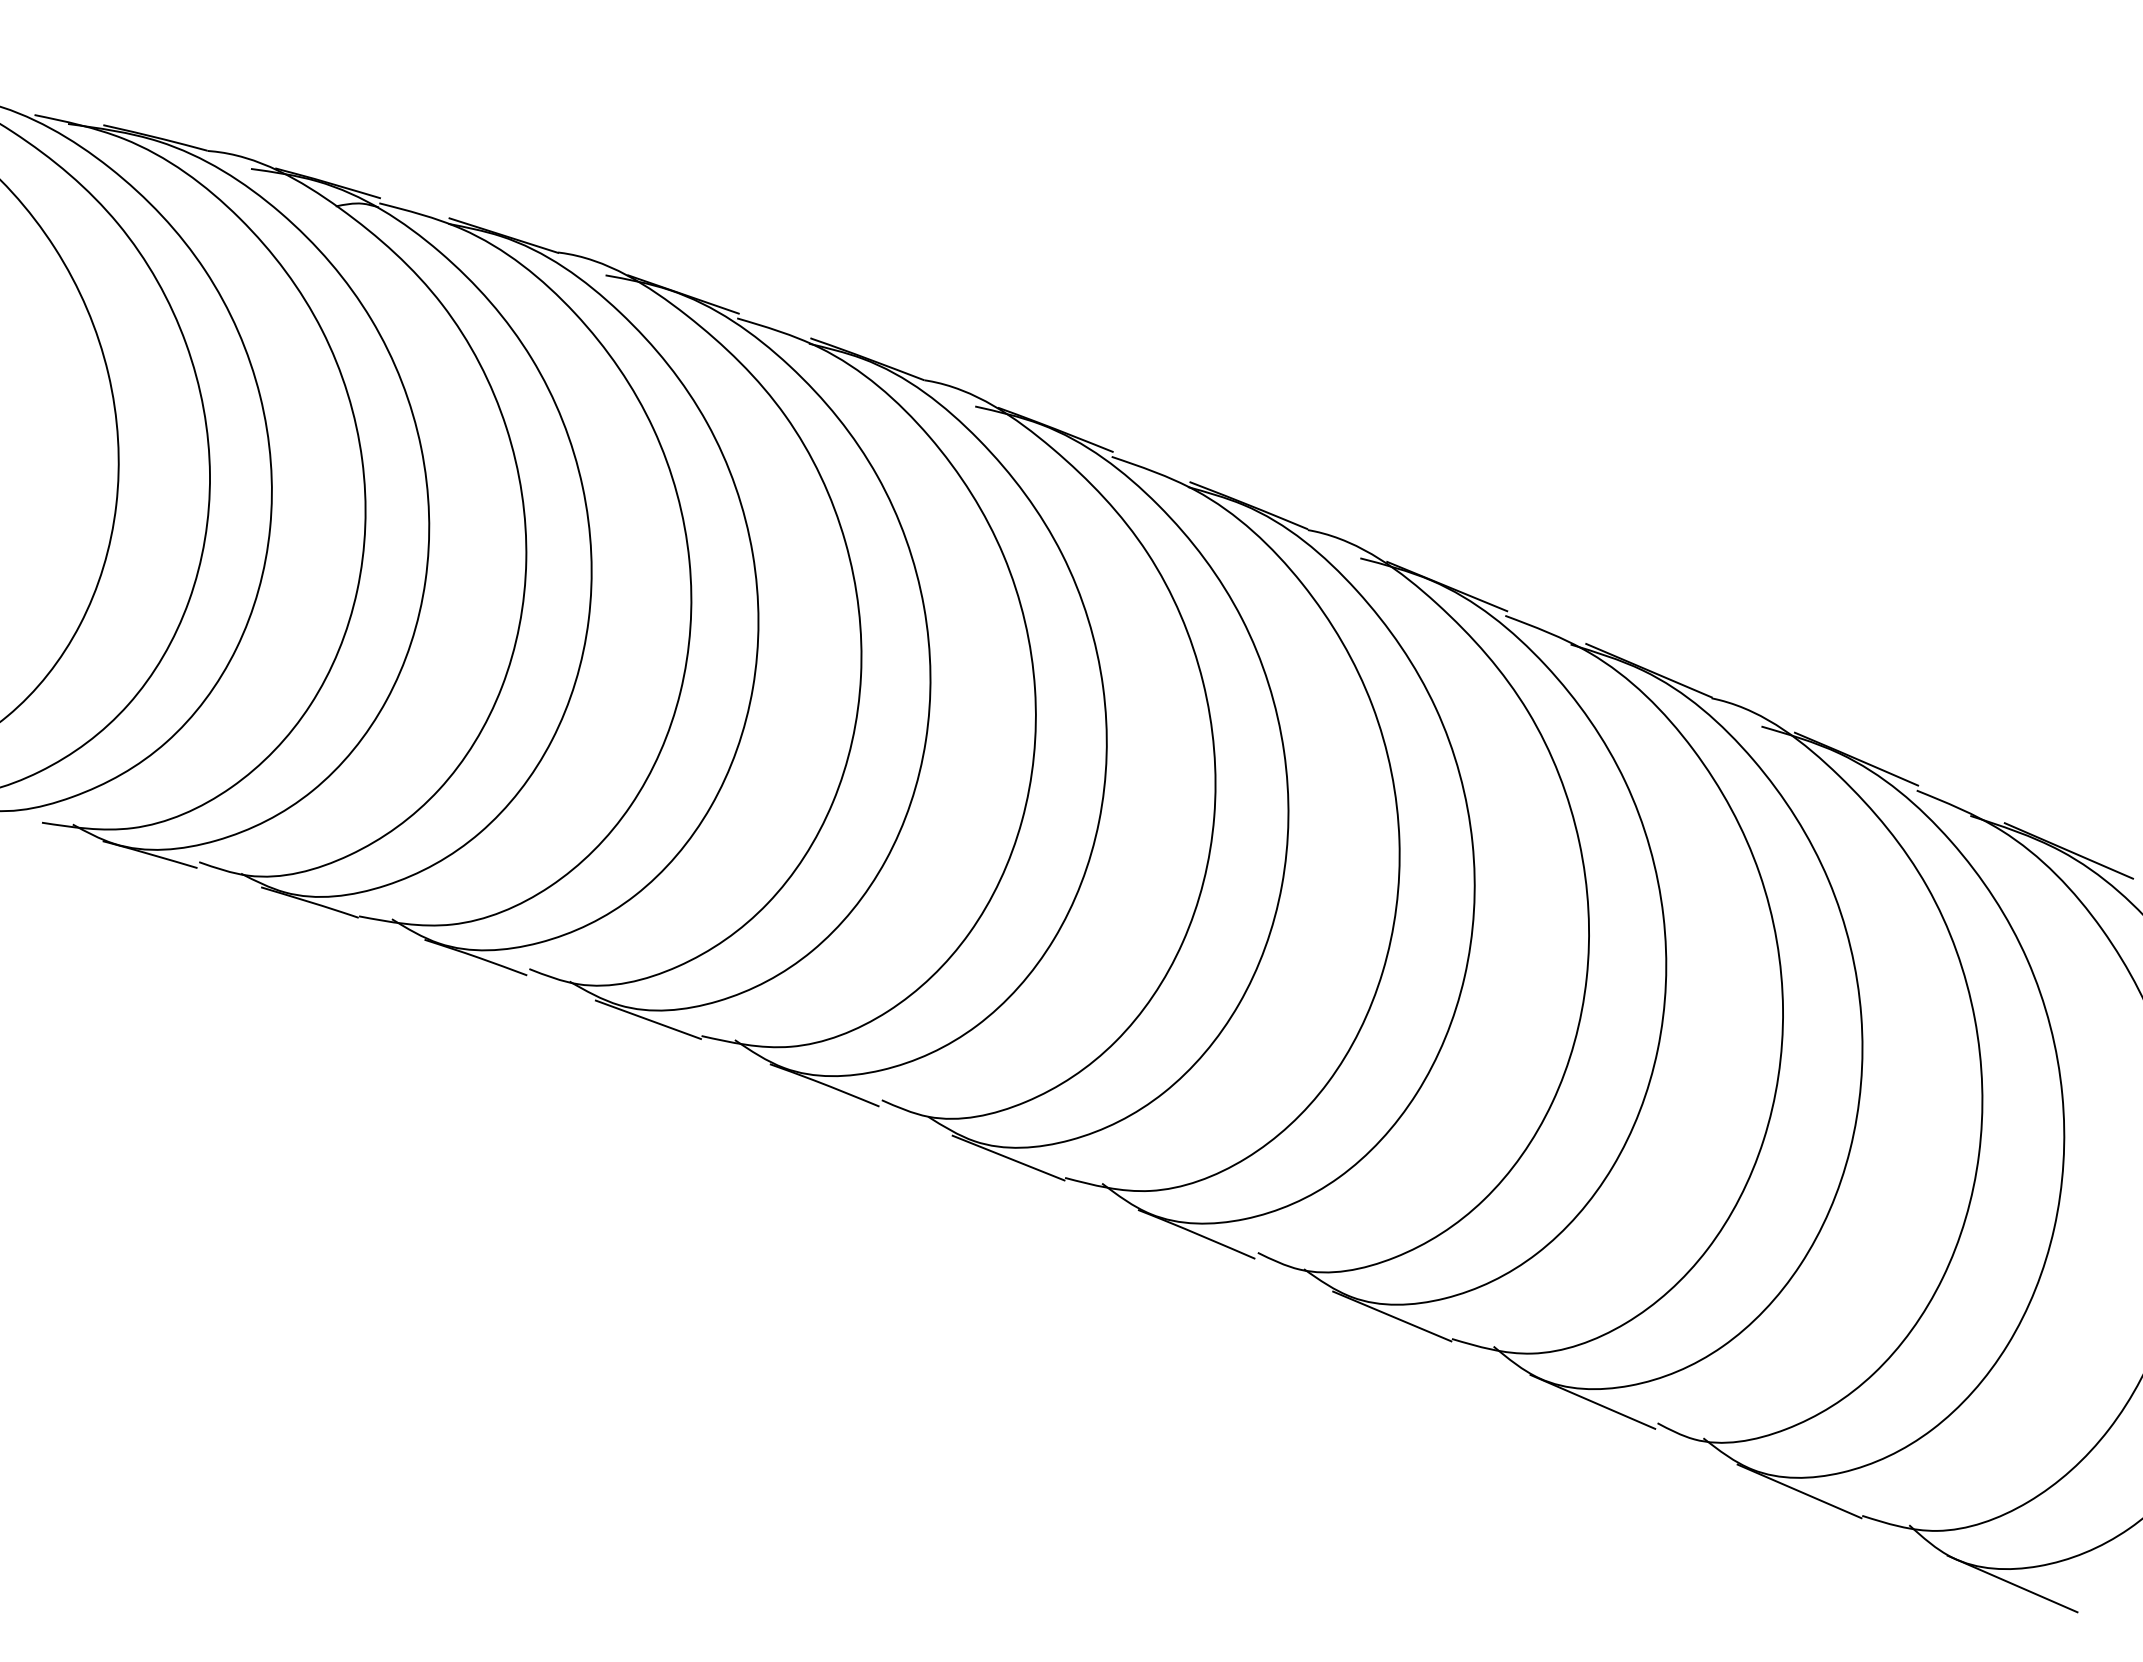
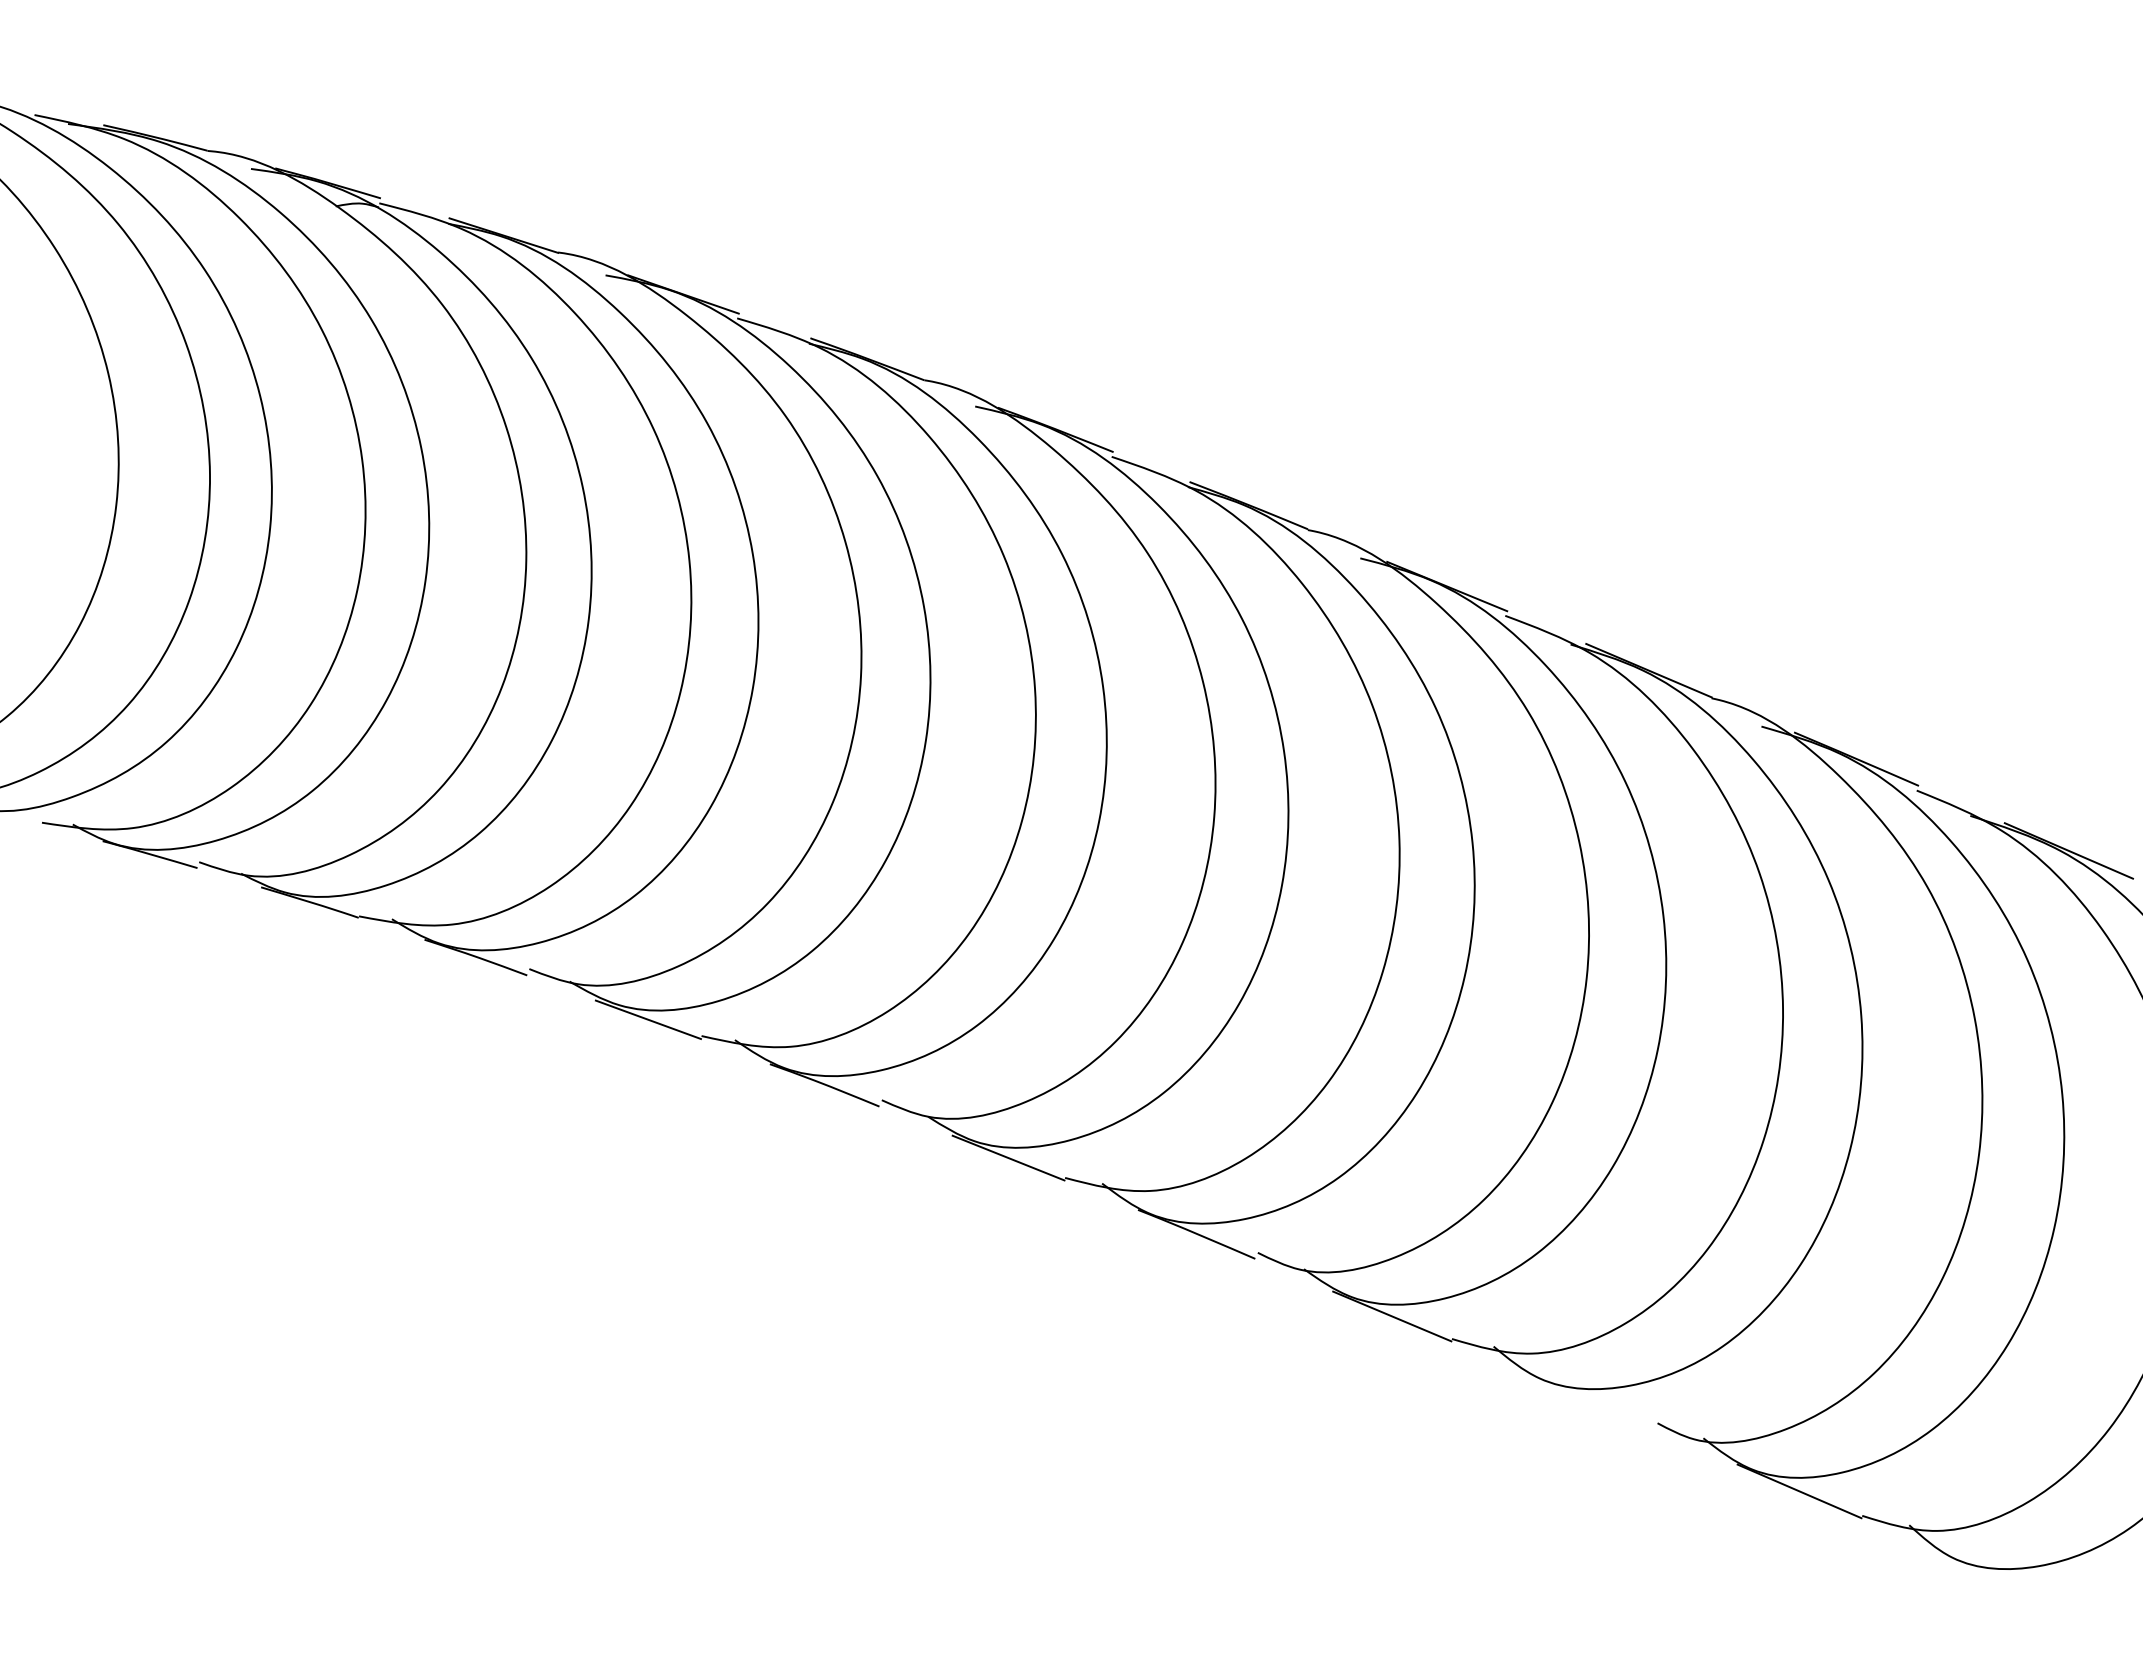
line at (1592, 1401): present -> none
line at (2012, 1583): present -> none
